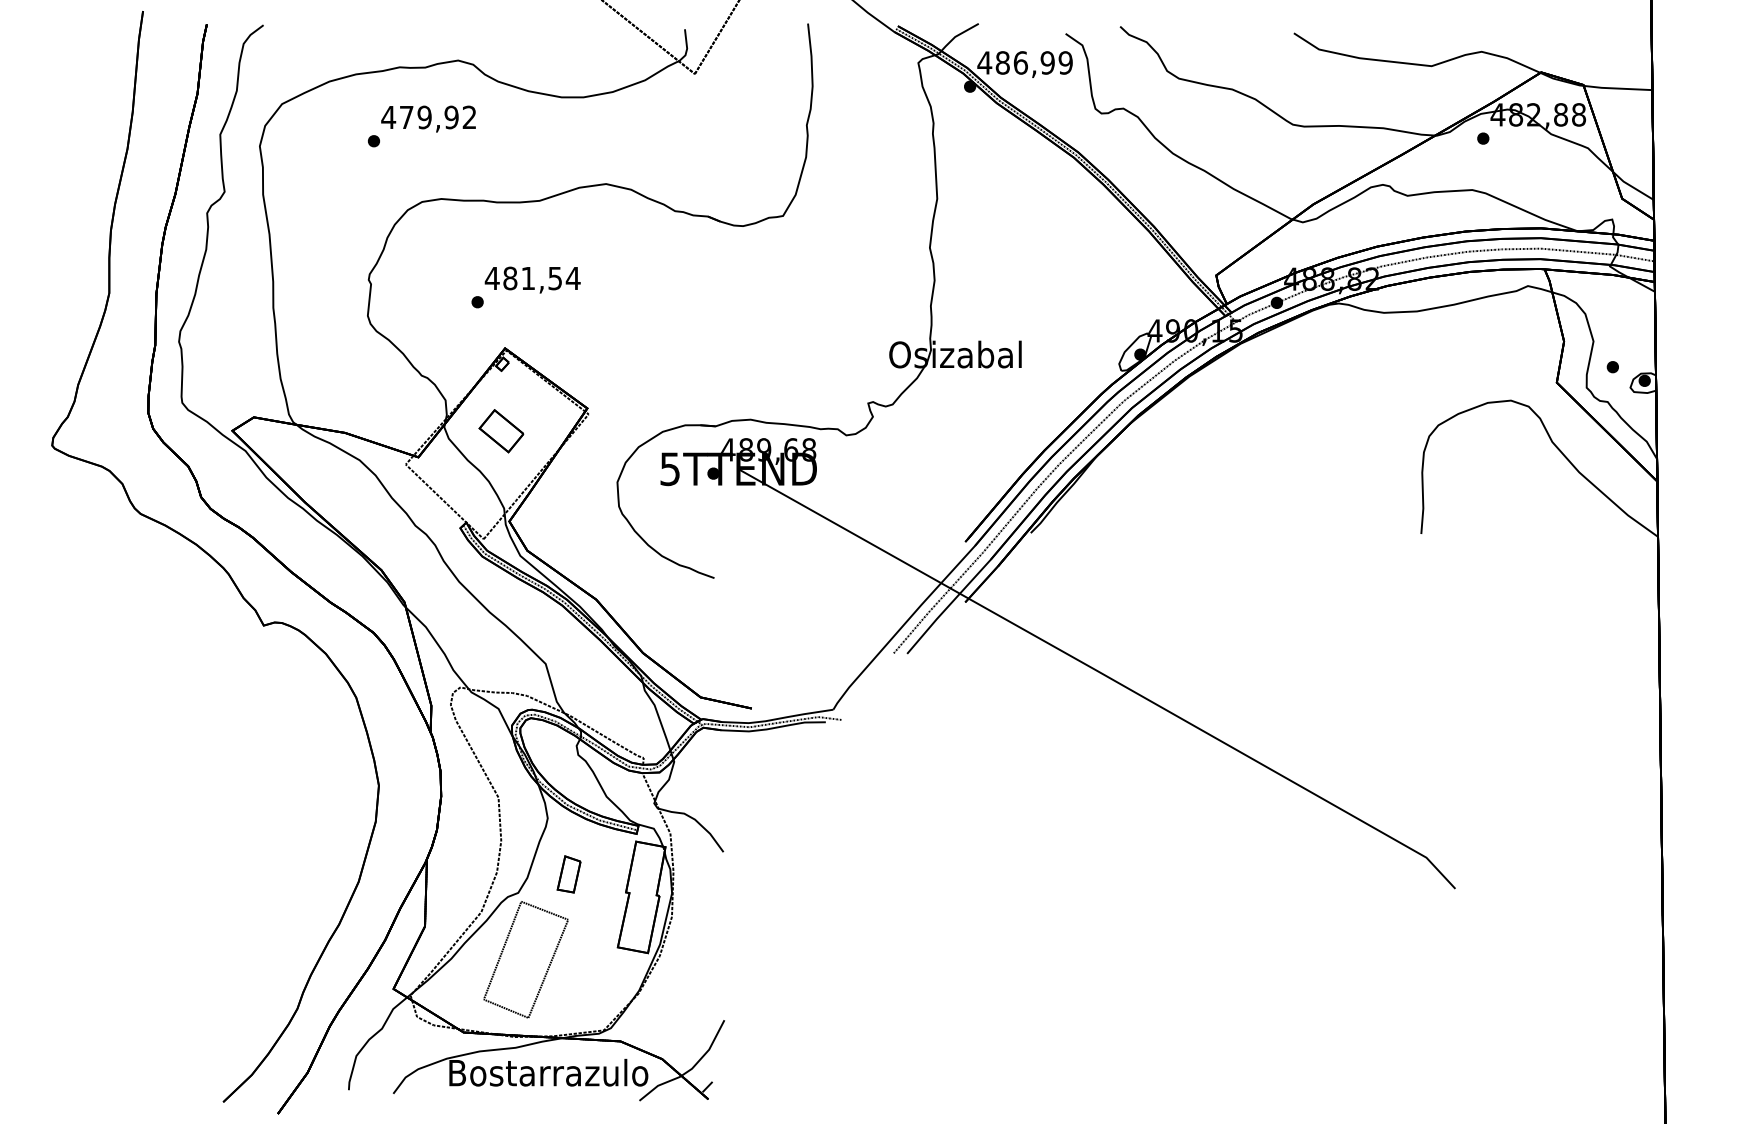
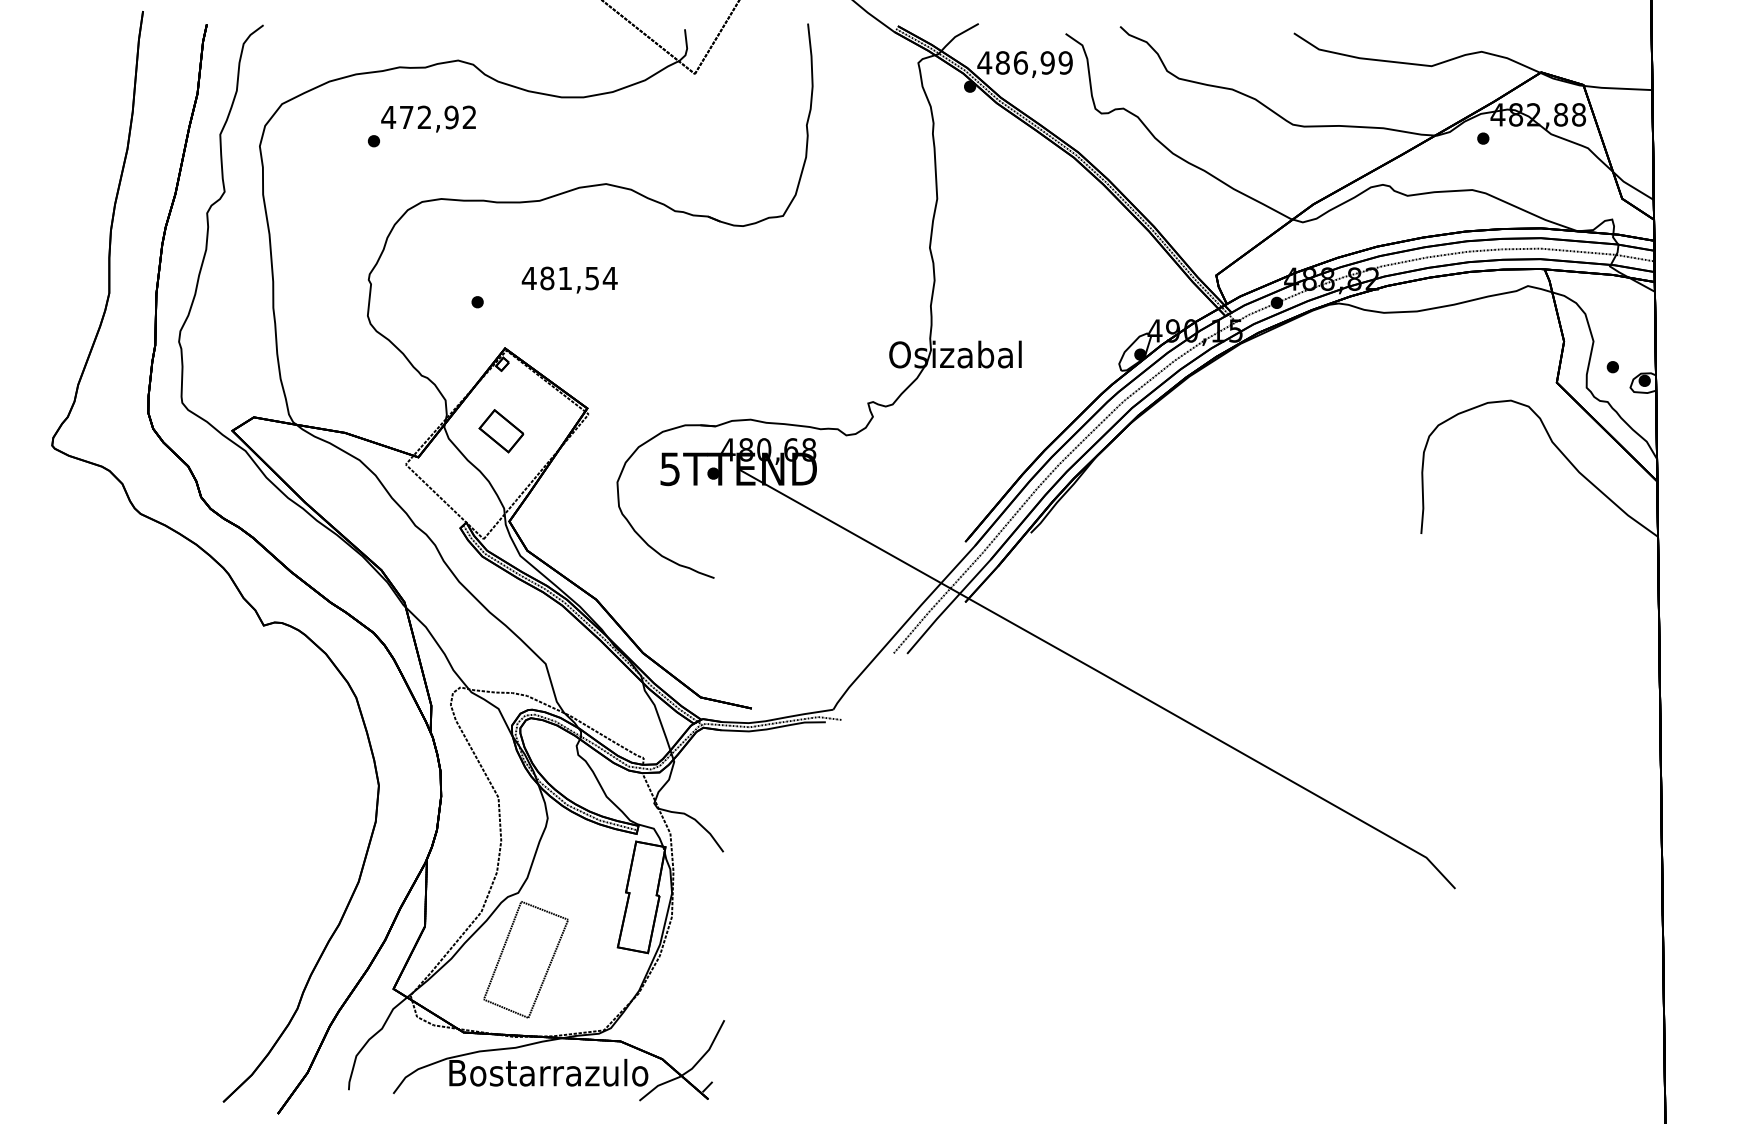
text at (424, 117): 479,92 -> 472,92
text at (532, 279) position: (532, 279) -> (569, 279)
text at (764, 449): 489,68 -> 480,68
part at (568, 874): present -> none
